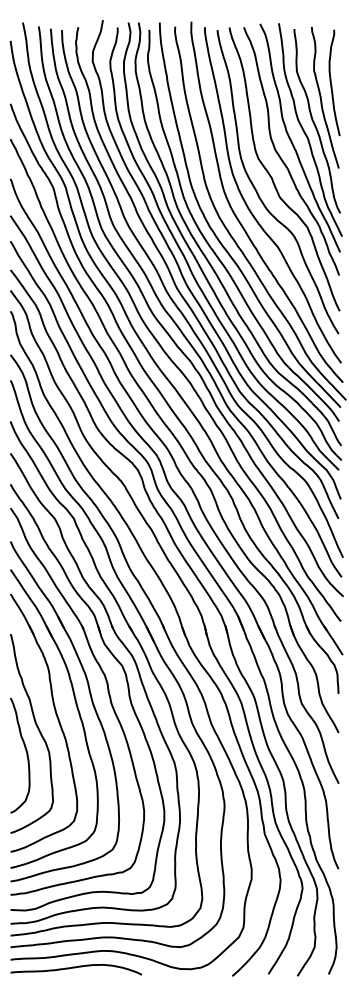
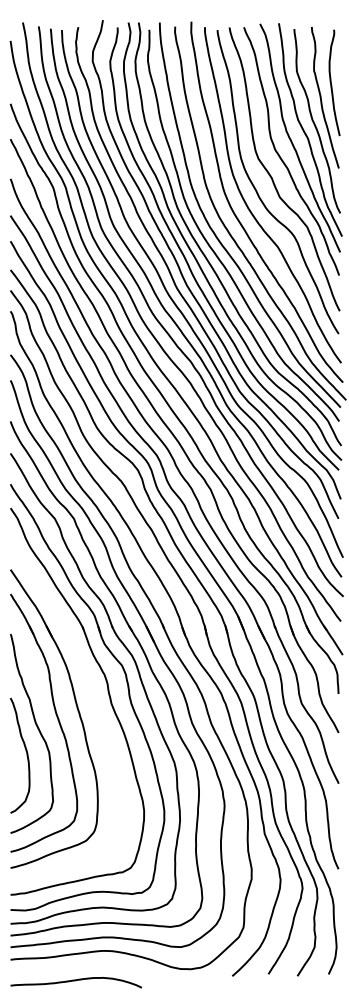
part at (91, 702): present -> none
curve at (75, 968) position: (75, 968) -> (75, 981)
